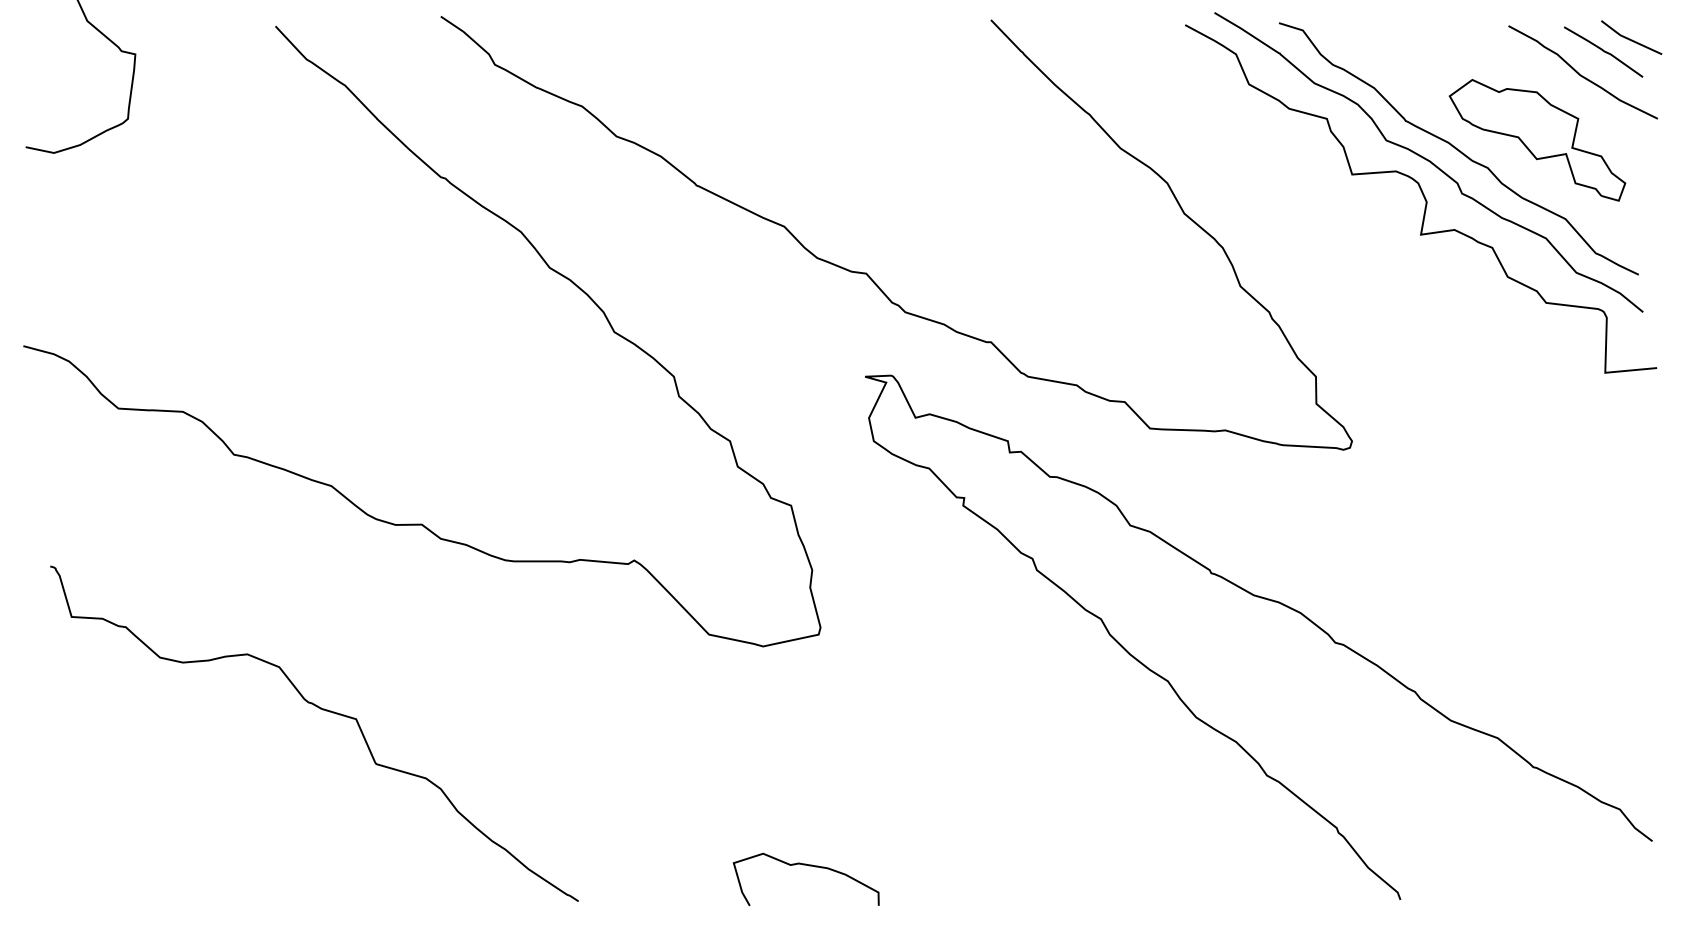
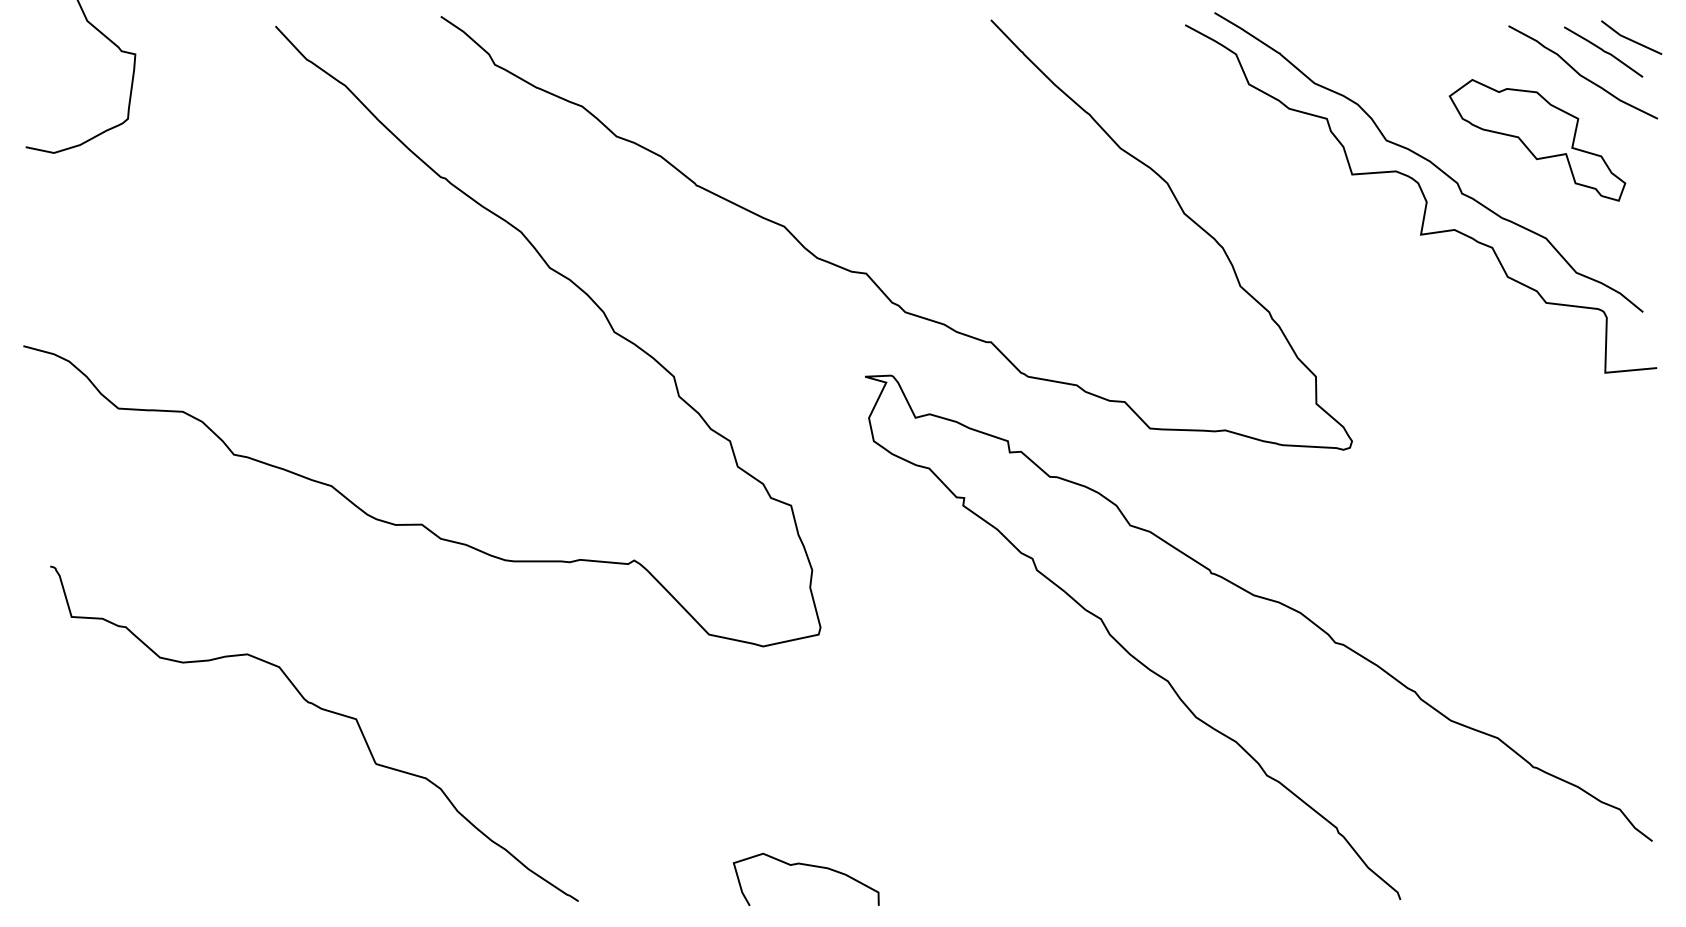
curve at (1457, 148): present -> none
